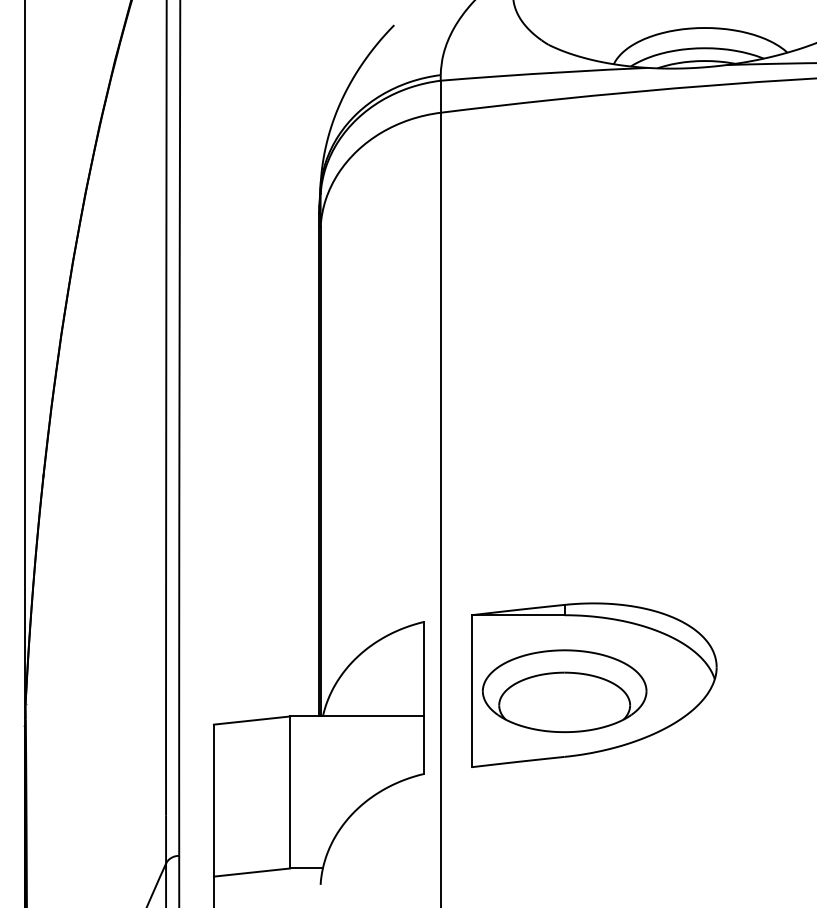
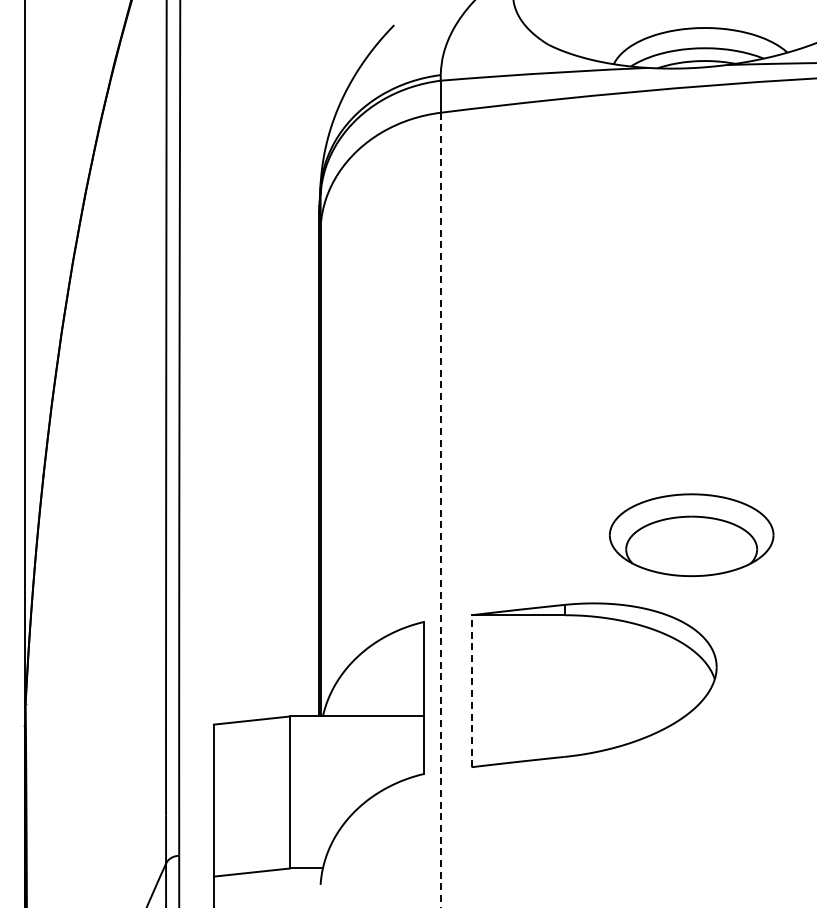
line at (440, 510): solid -> dashed
part at (564, 690) position: (564, 690) -> (691, 534)
line at (471, 691): solid -> dashed
